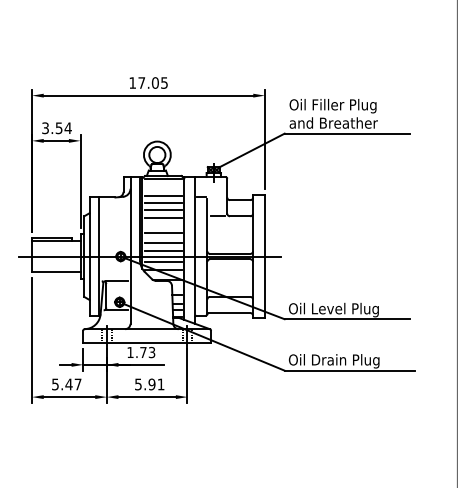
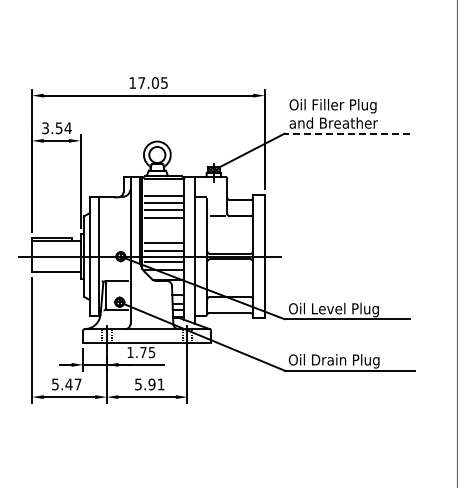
line at (347, 133): solid -> dashed
line at (163, 233): present -> none
text at (152, 351): 1.73 -> 1.75
